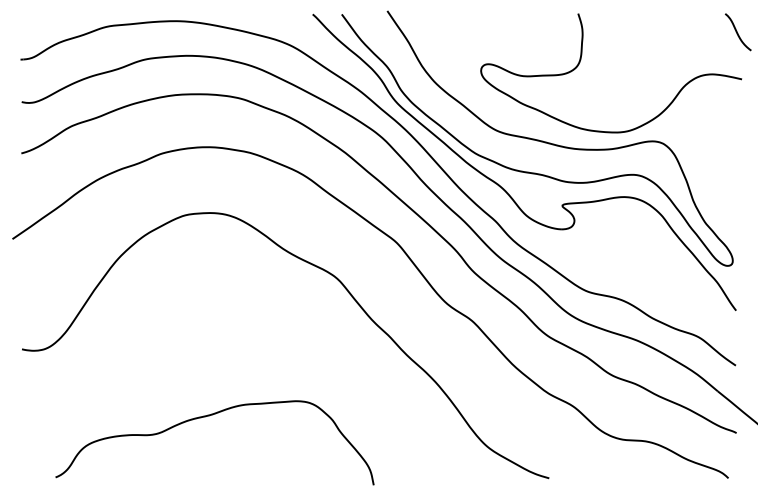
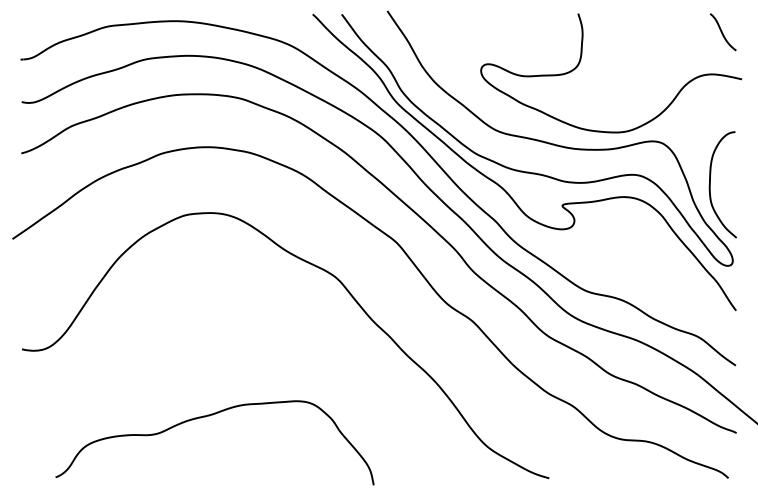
curve at (737, 32) position: (737, 32) -> (722, 32)
curve at (710, 184): none -> present
